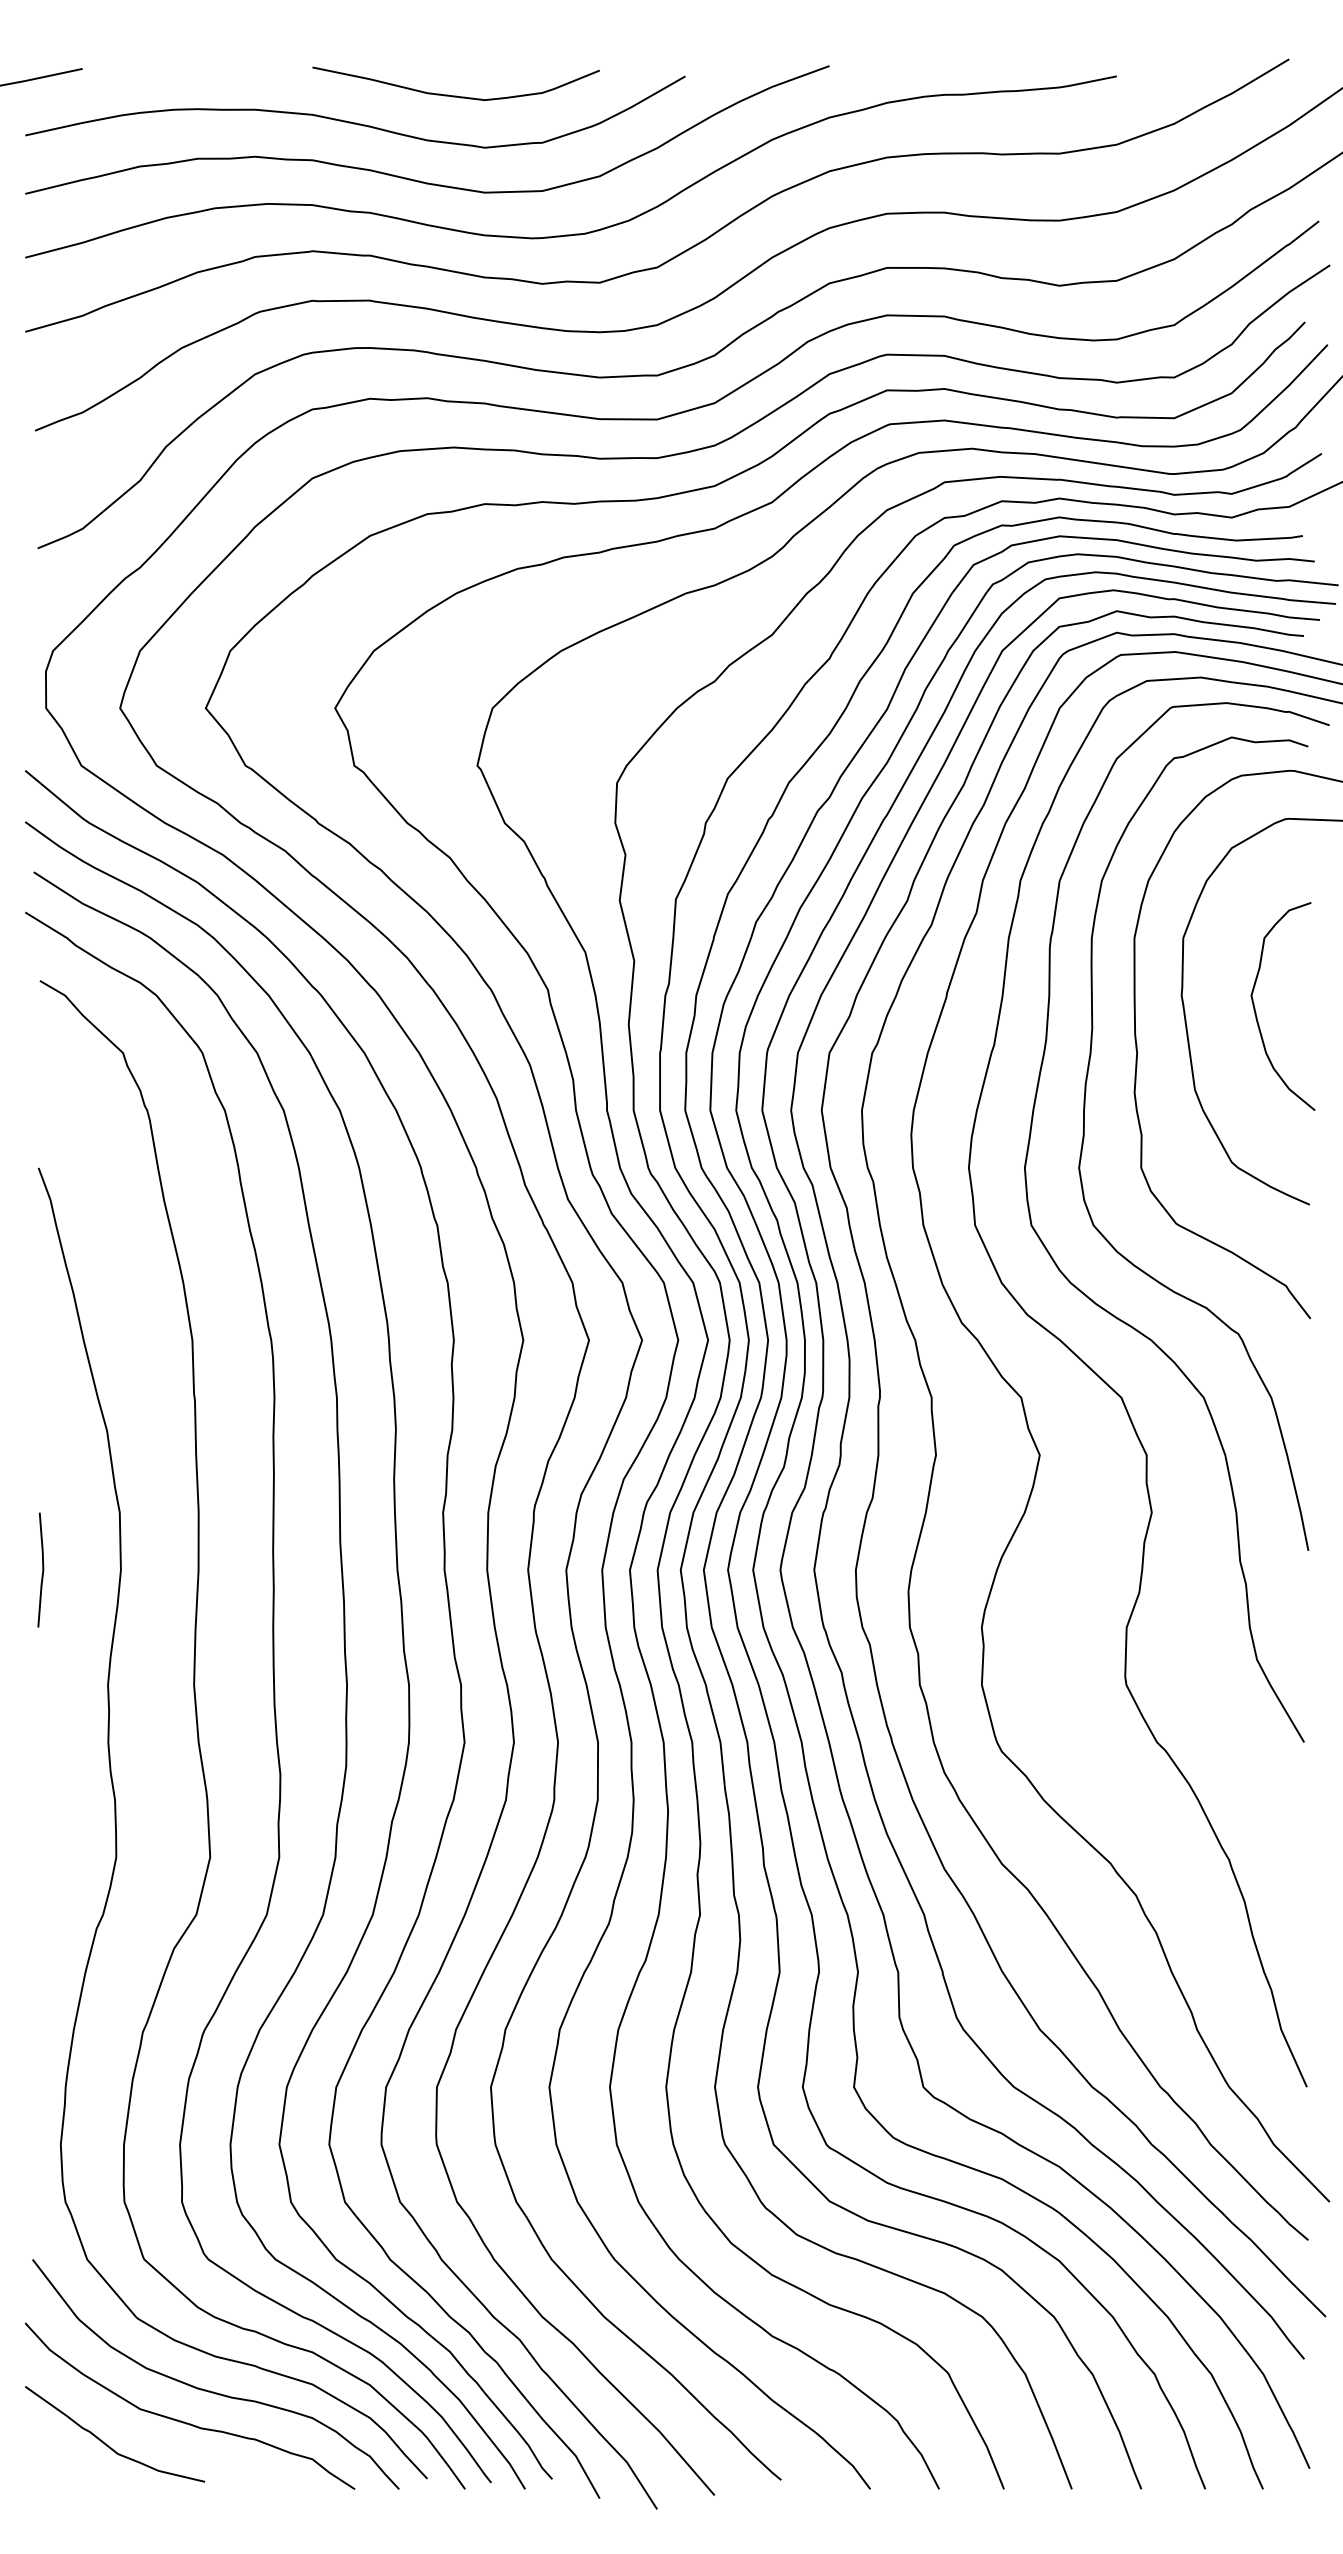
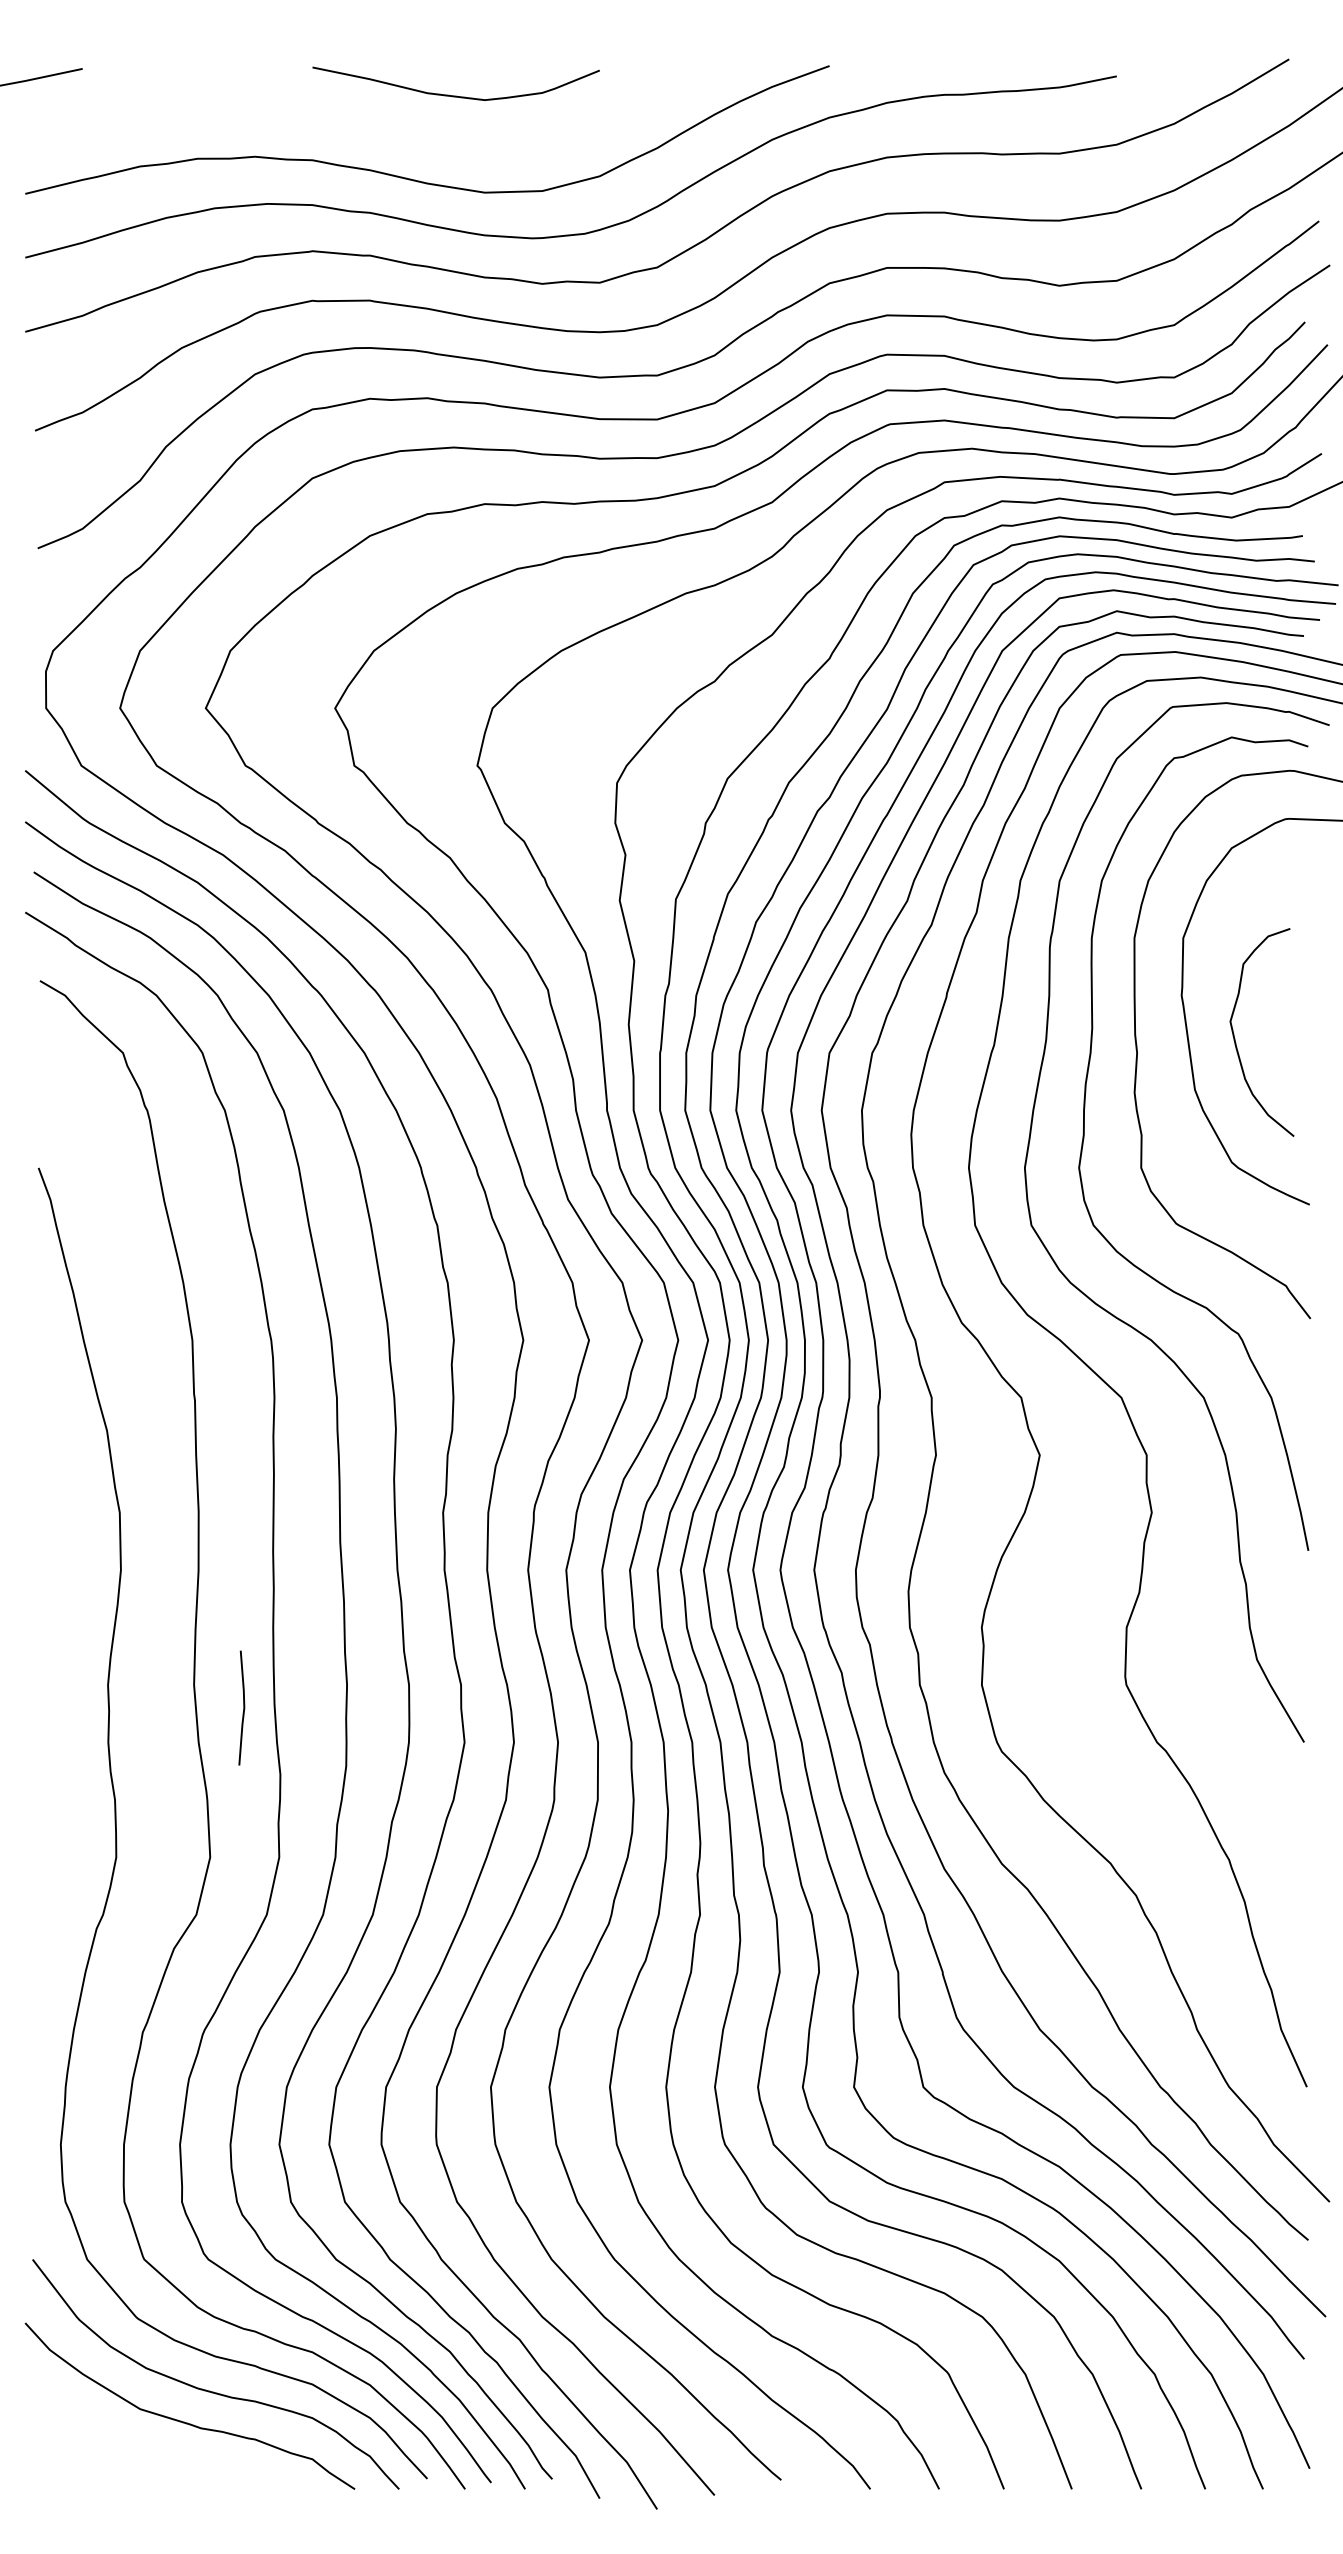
curve at (351, 121): present -> none
curve at (1256, 1012) position: (1256, 1012) -> (1235, 1038)
line at (42, 1569) position: (42, 1569) -> (243, 1707)
curve at (106, 2443): present -> none
